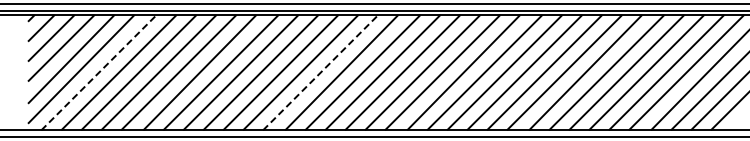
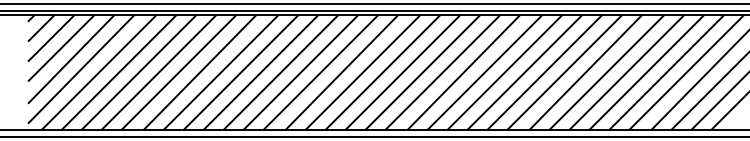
line at (98, 72): dashed -> solid
line at (320, 72): dashed -> solid
